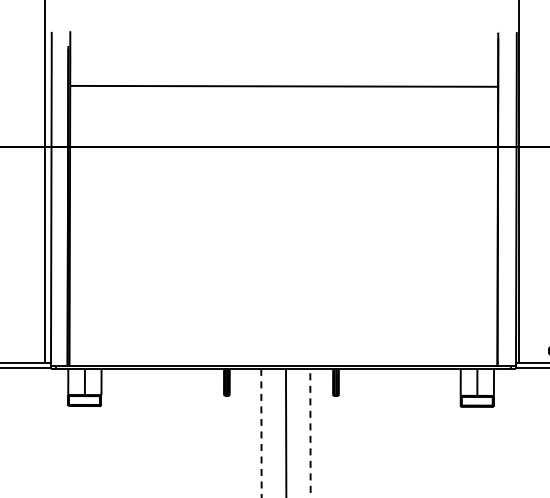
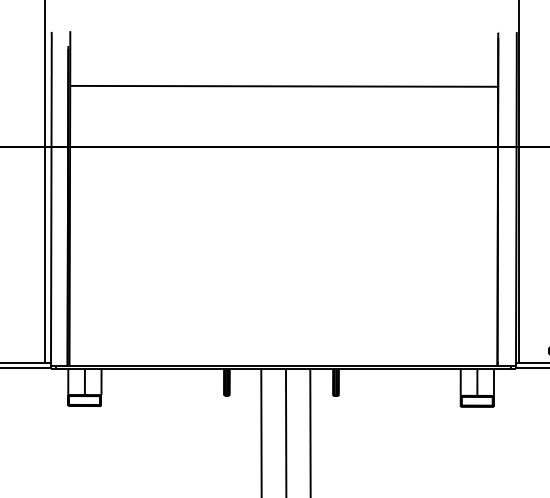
line at (310, 432): dashed -> solid
line at (261, 433): dashed -> solid
